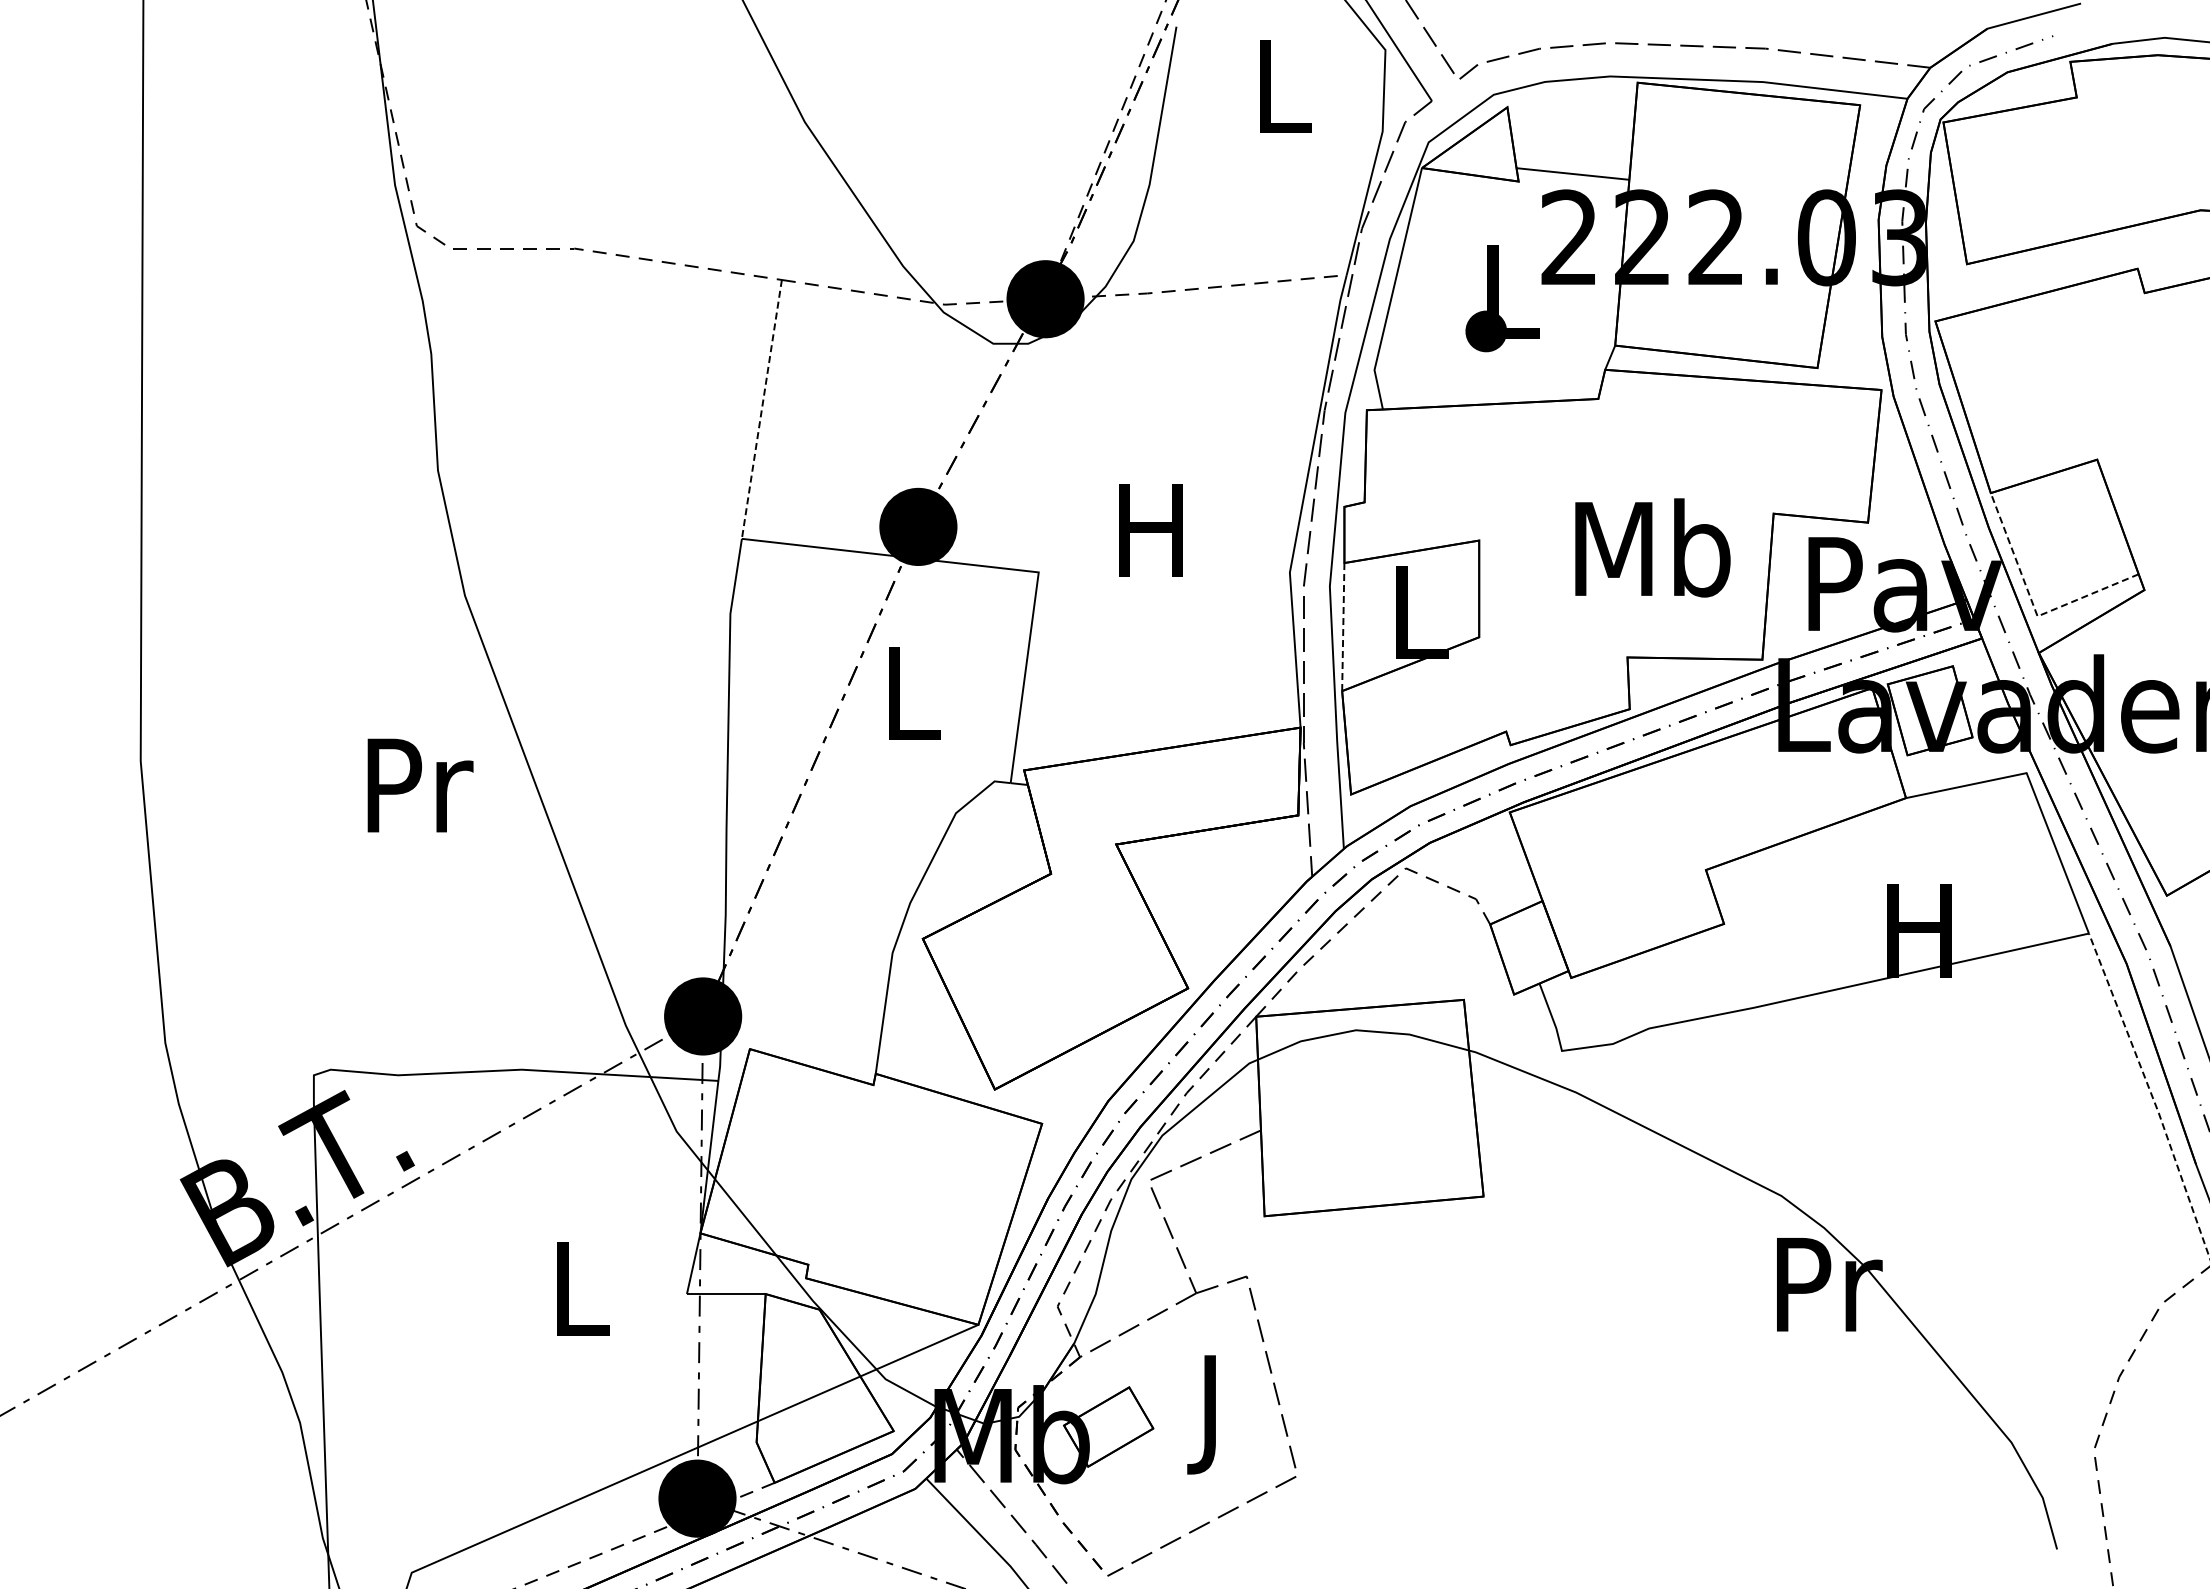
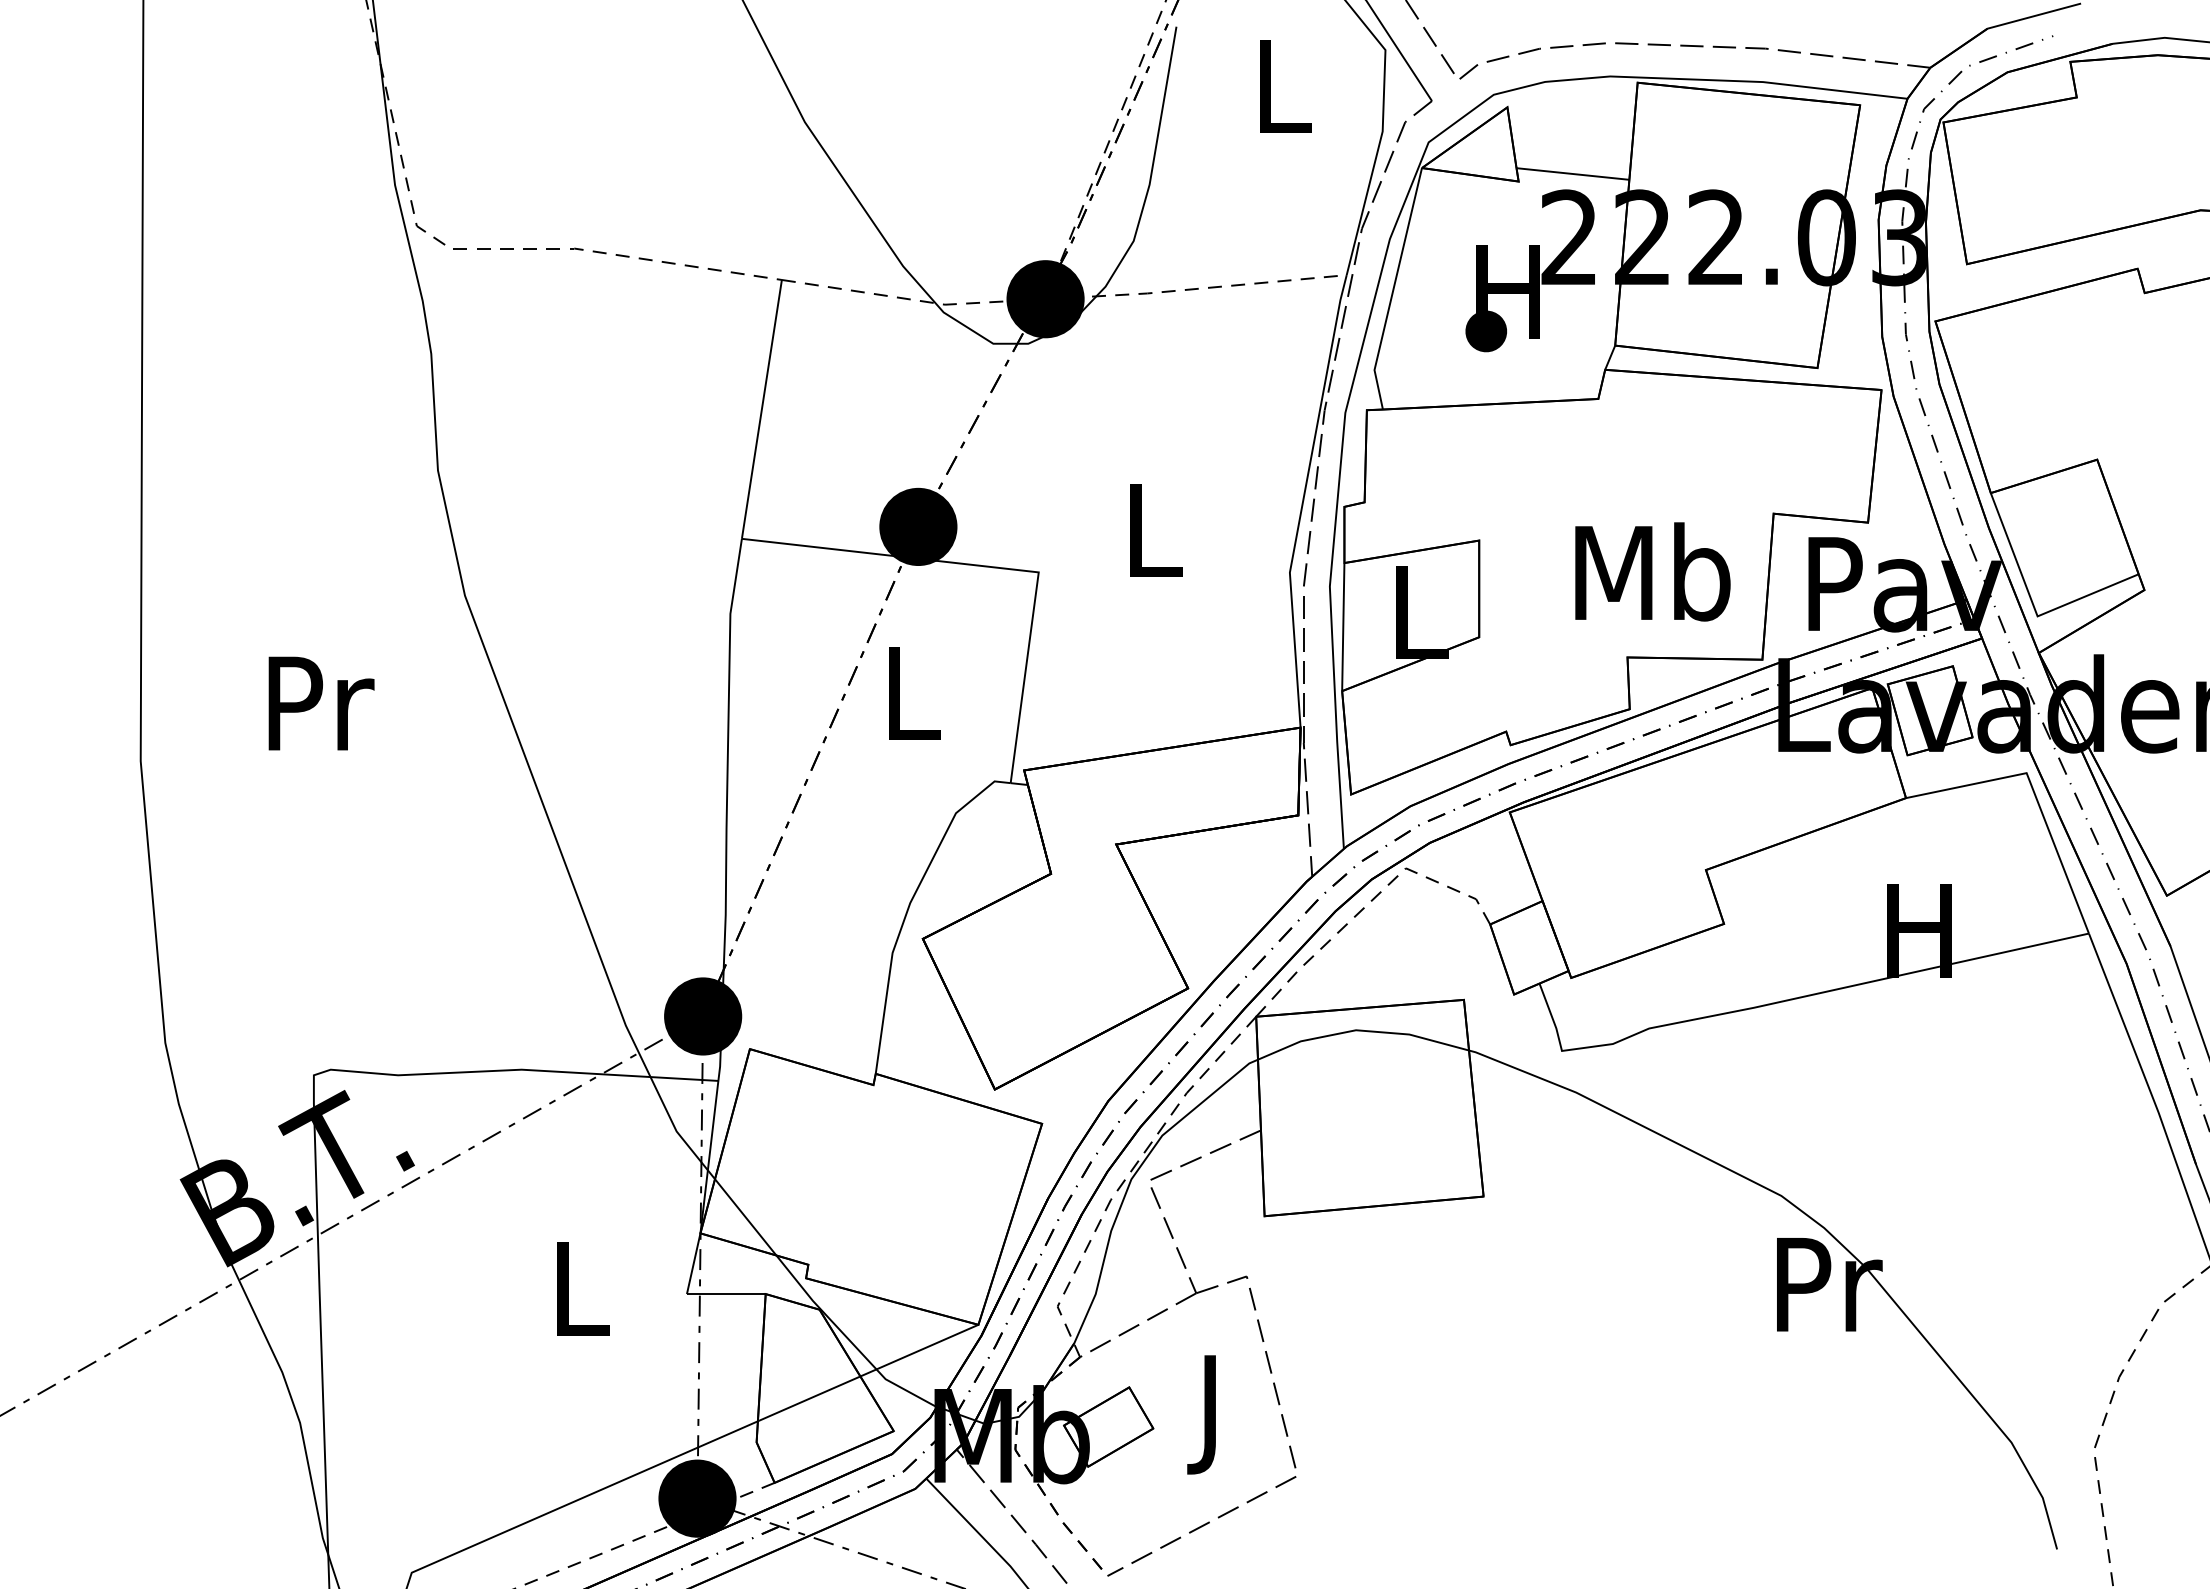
text at (1507, 291): L -> H
line at (761, 409): dashed -> solid
text at (1150, 530): H -> L
text at (1652, 547) position: (1652, 547) -> (1652, 571)
line at (2033, 606): dashed -> solid
line at (1343, 627): dashed -> solid
text at (420, 785) position: (420, 785) -> (321, 703)
line at (2151, 1095): dashed -> solid
